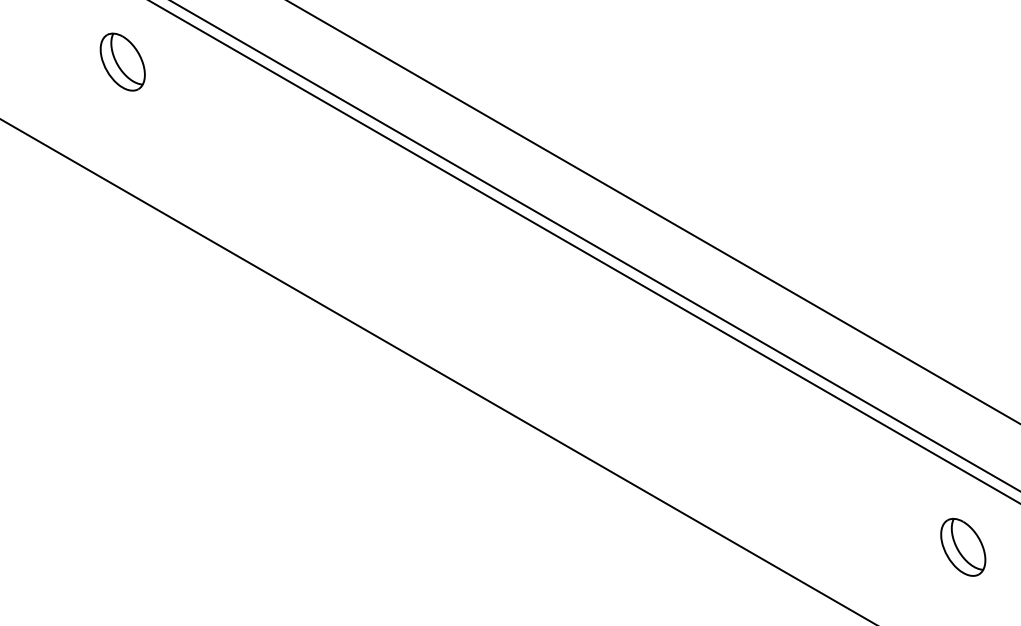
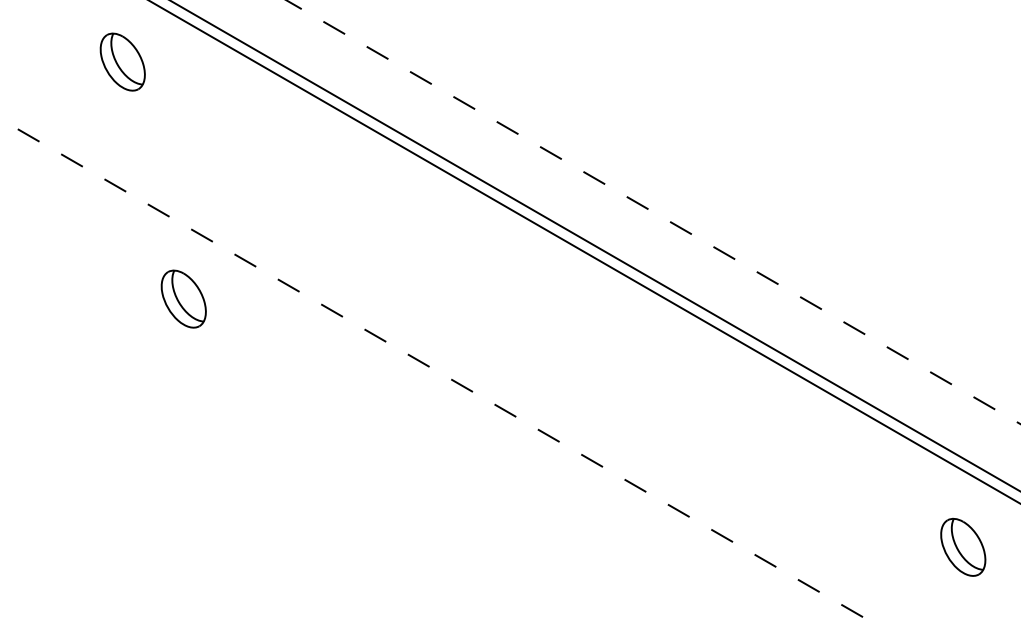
line at (653, 212): solid -> dashed
part at (183, 298): none -> present
line at (438, 372): solid -> dashed
